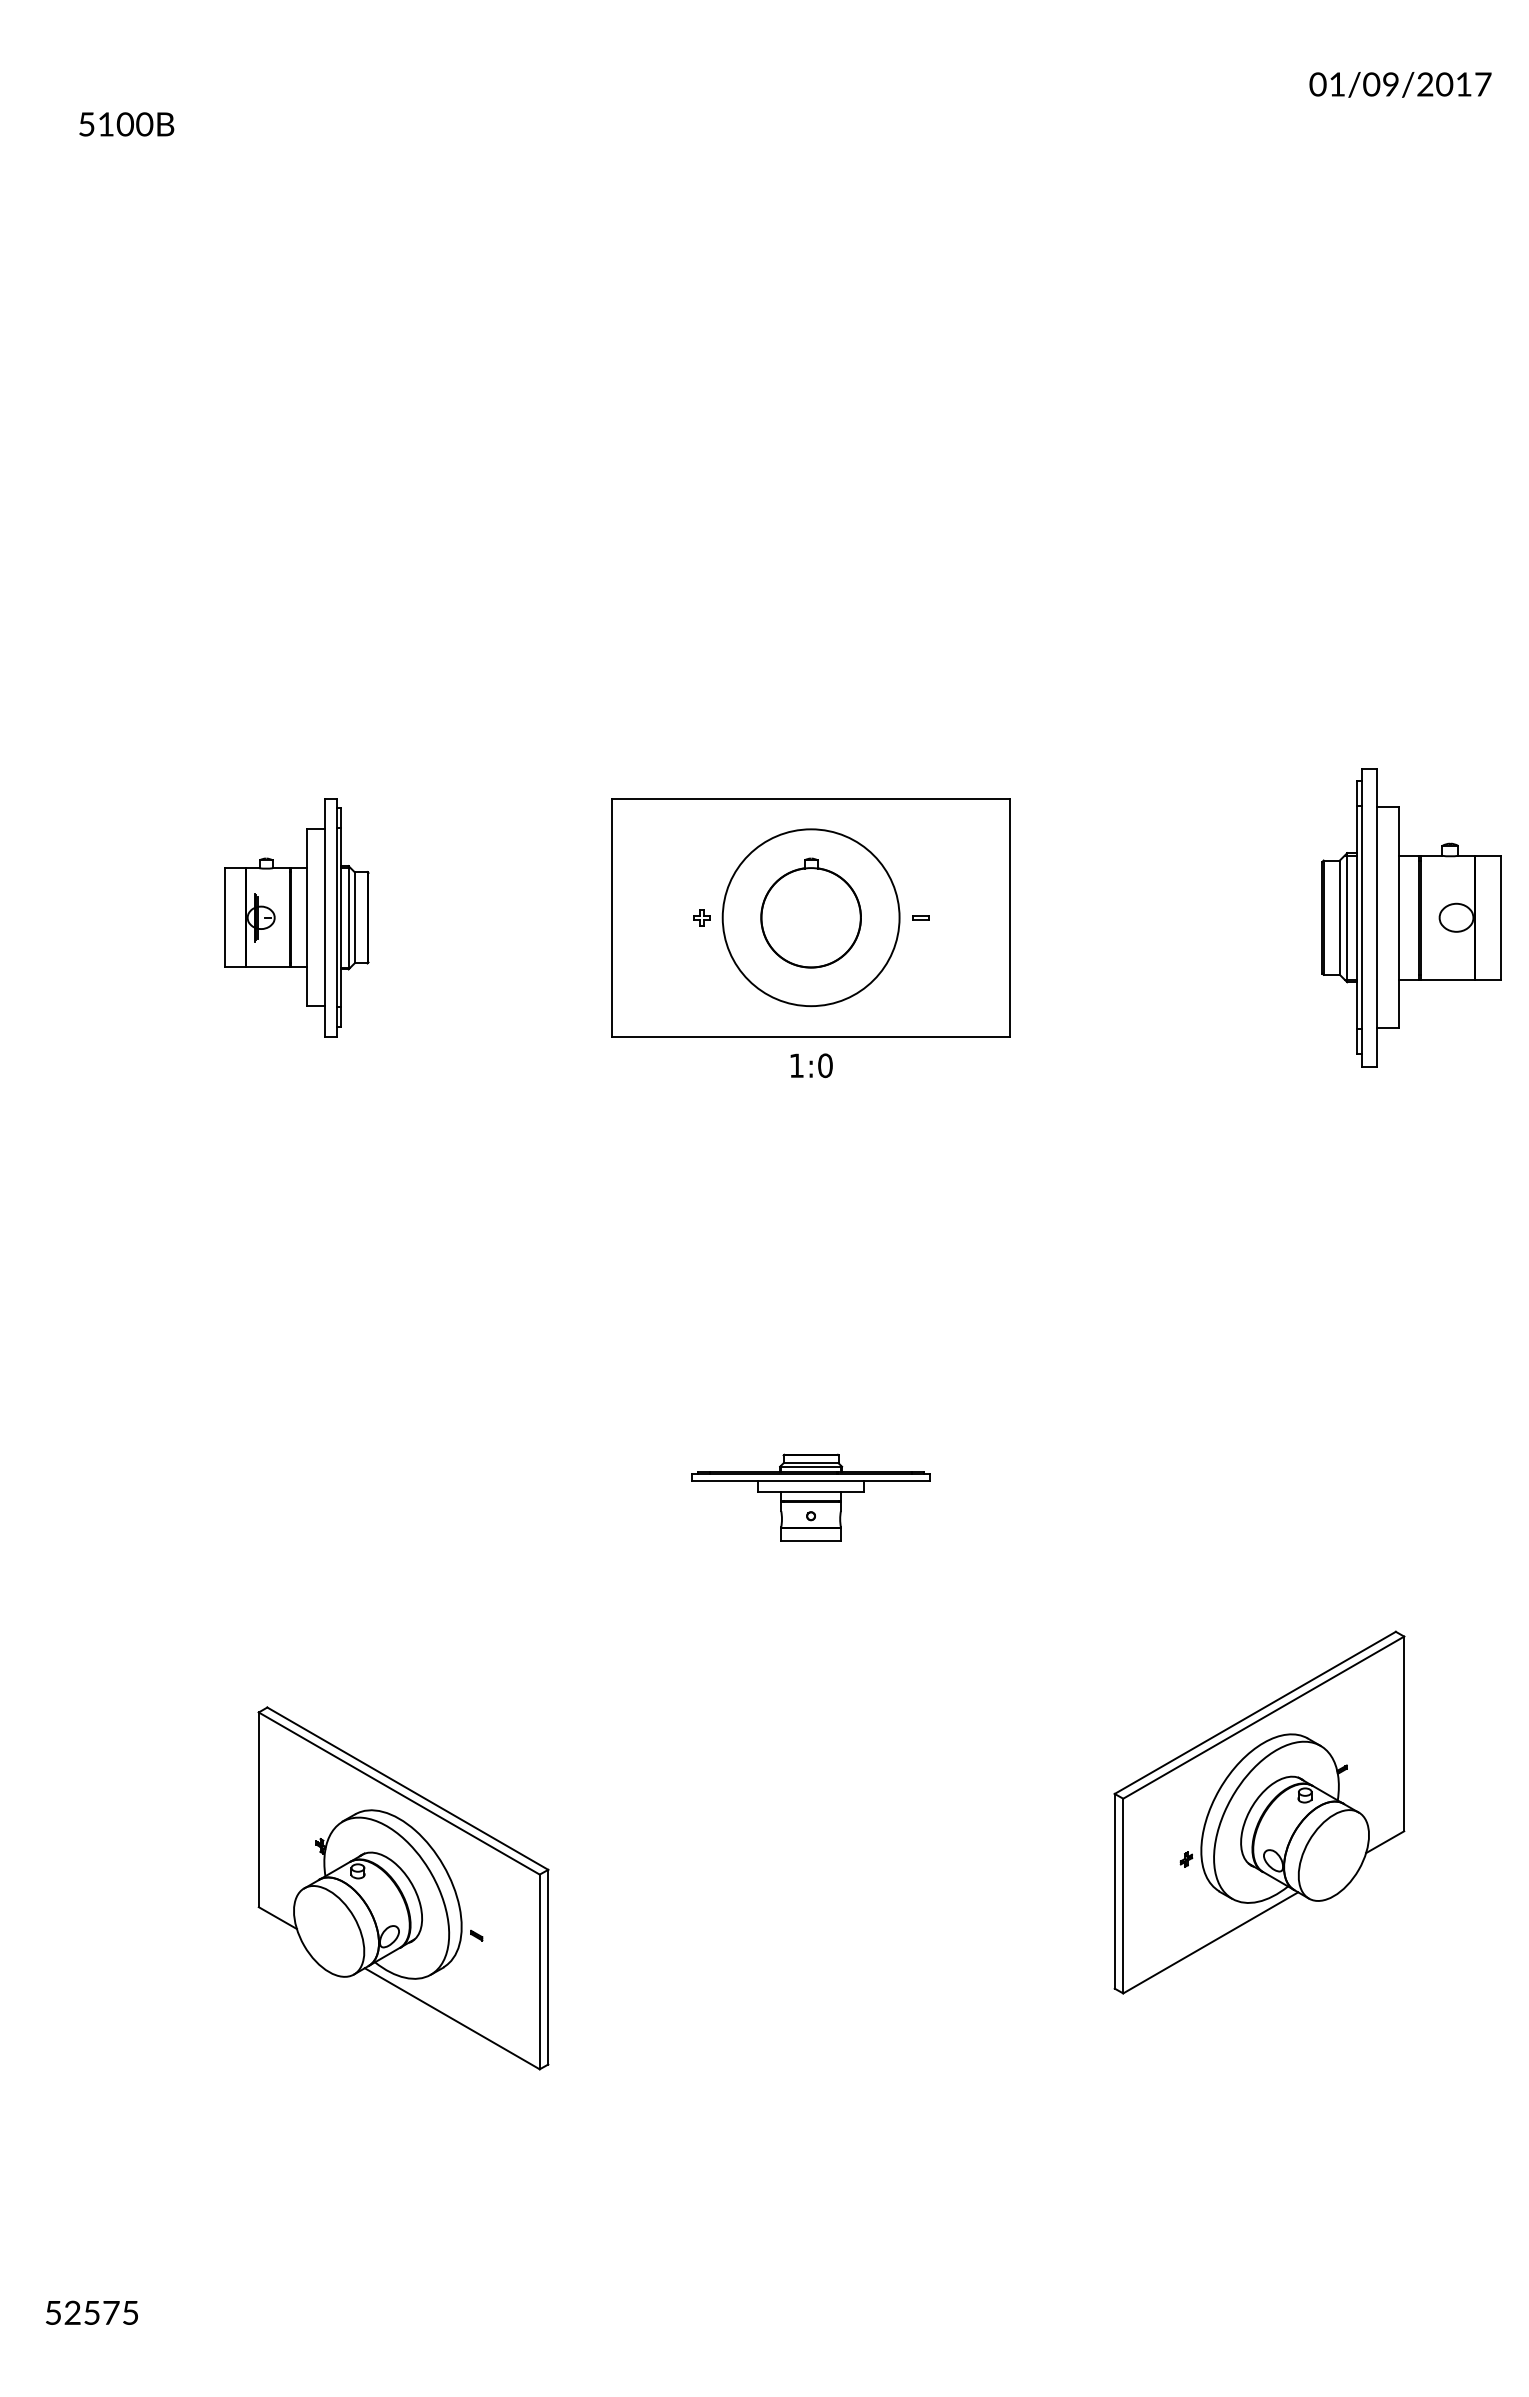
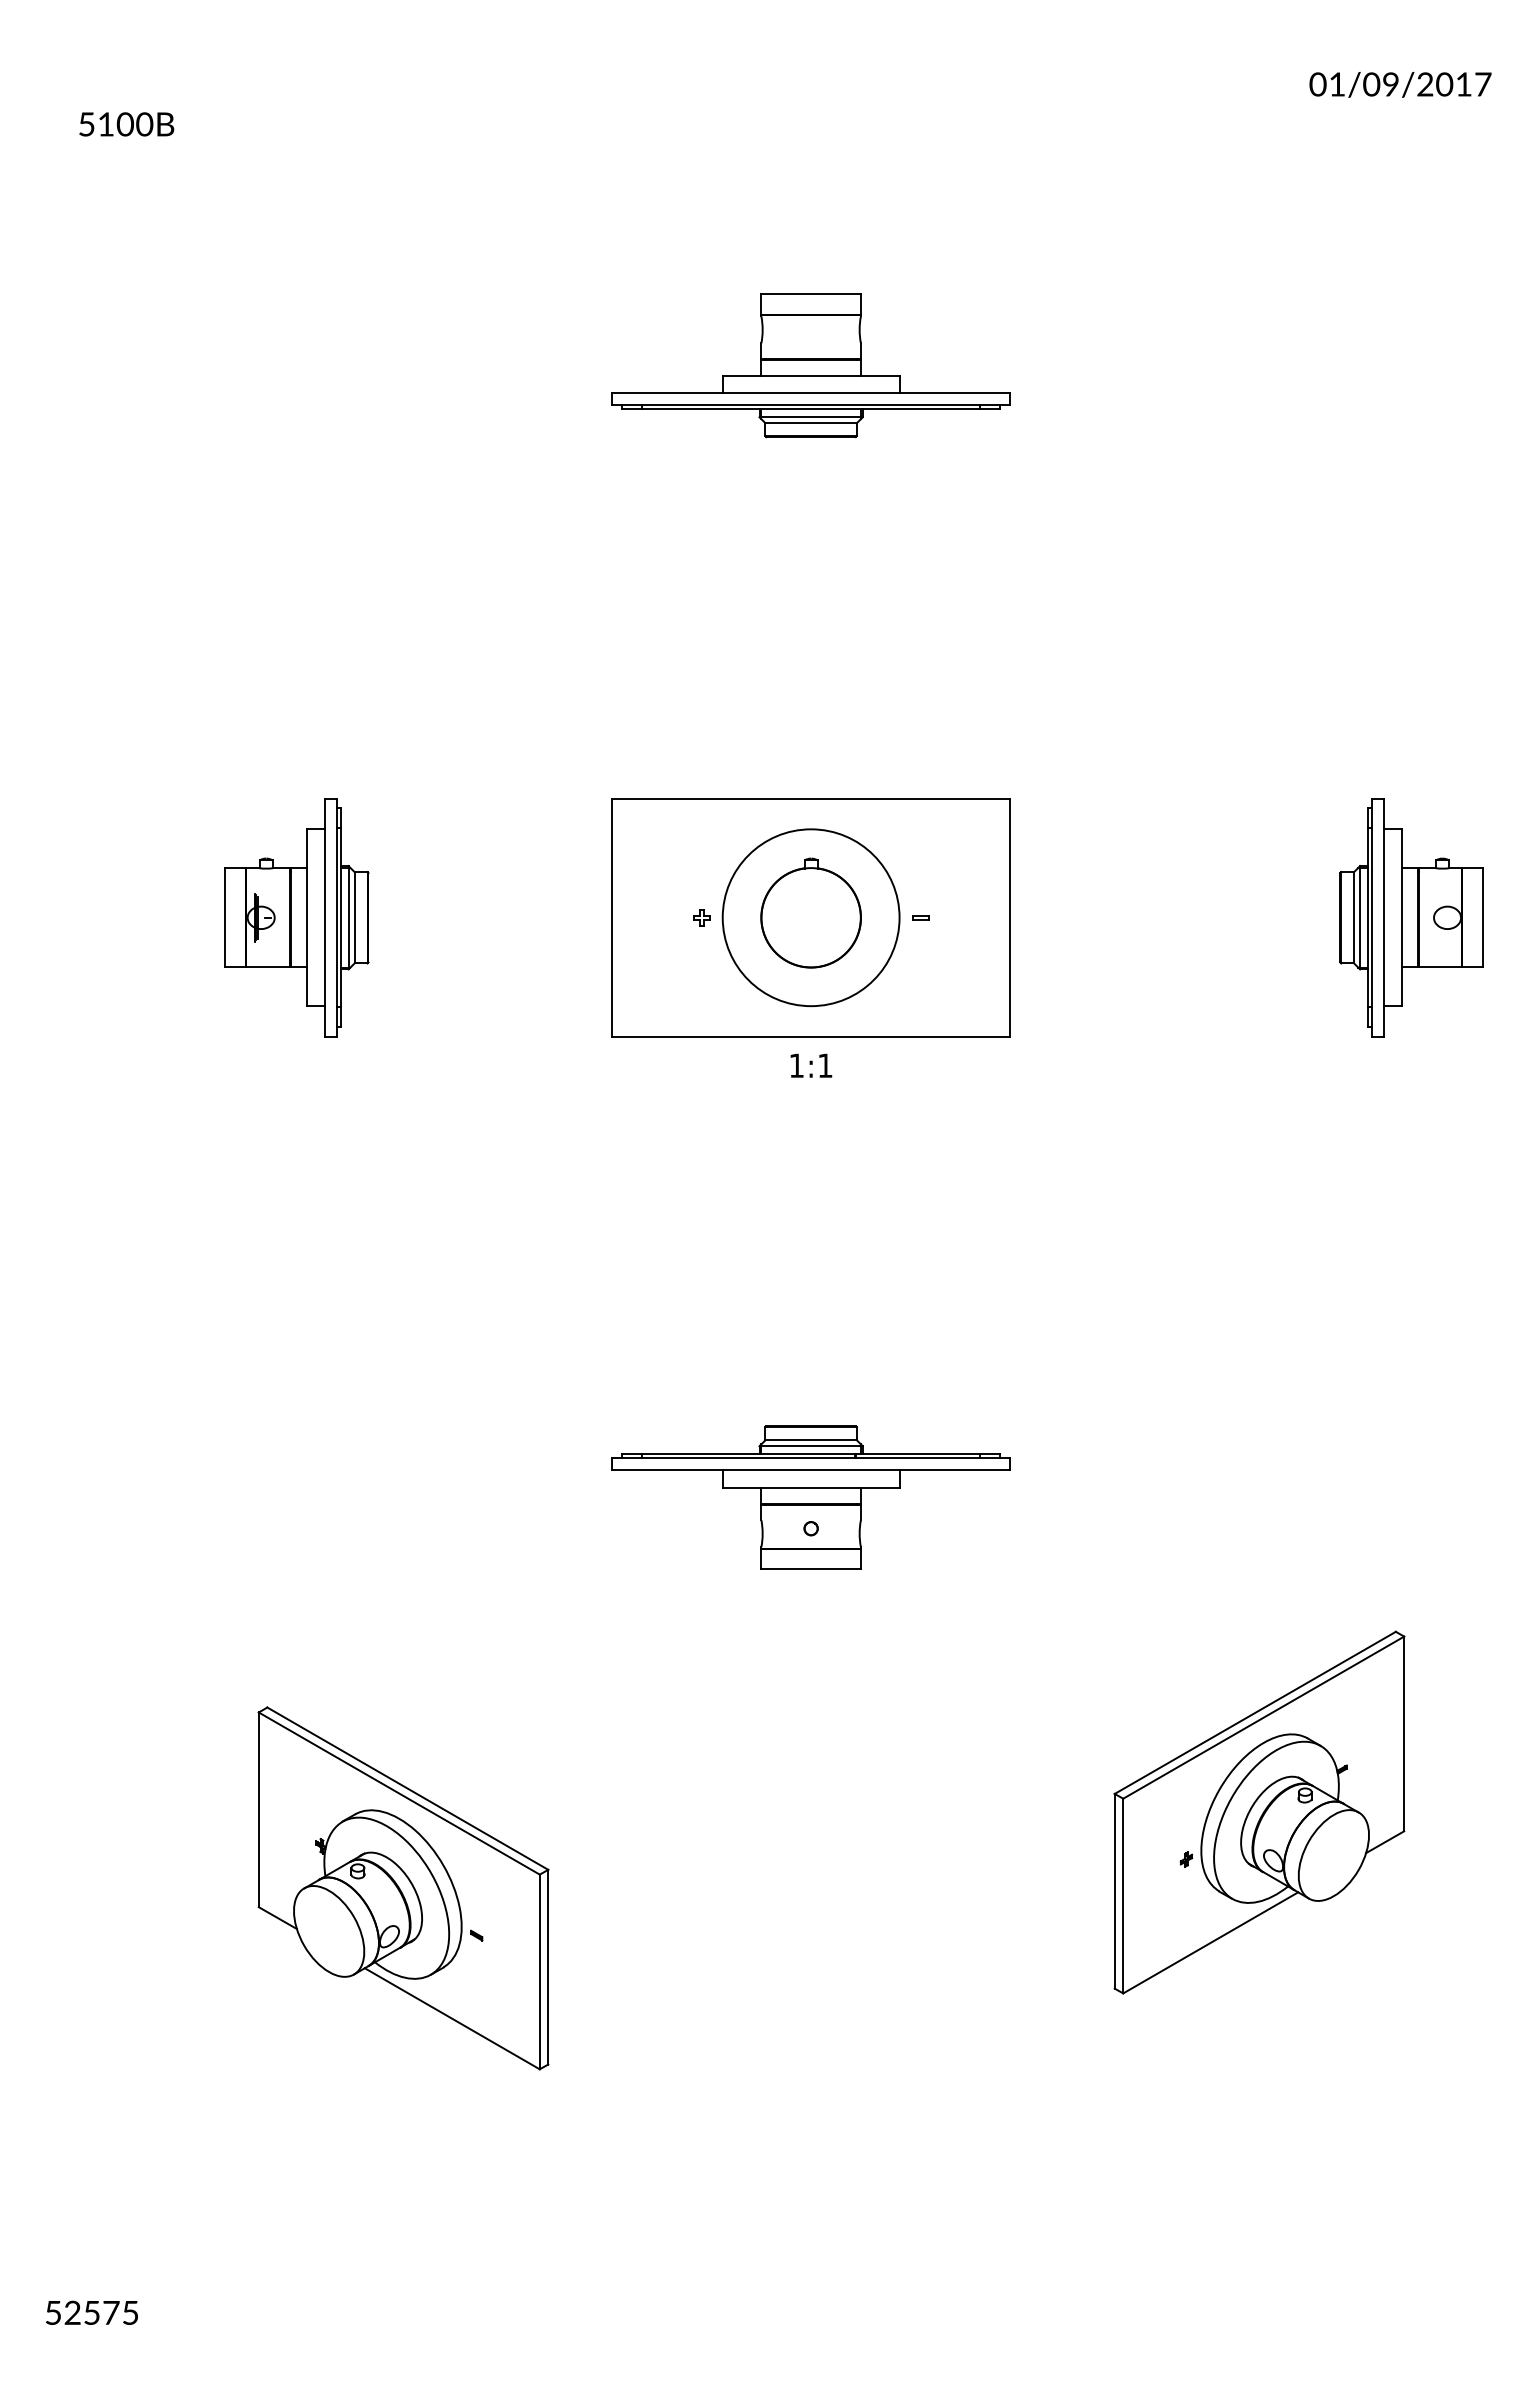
part at (810, 365): none -> present
part at (1411, 917) size: 181x300 px -> 145x240 px
text at (825, 1065): 1:0 -> 1:1
part at (810, 1497) size: 240x89 px -> 400x145 px
